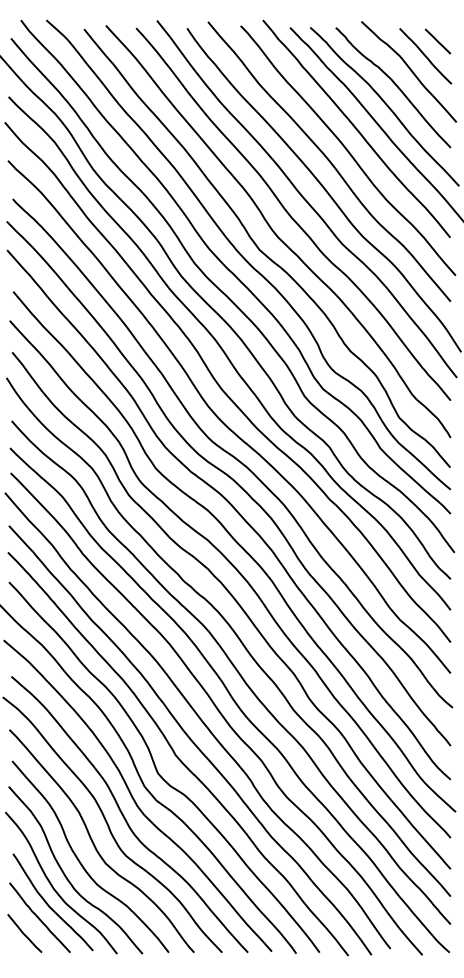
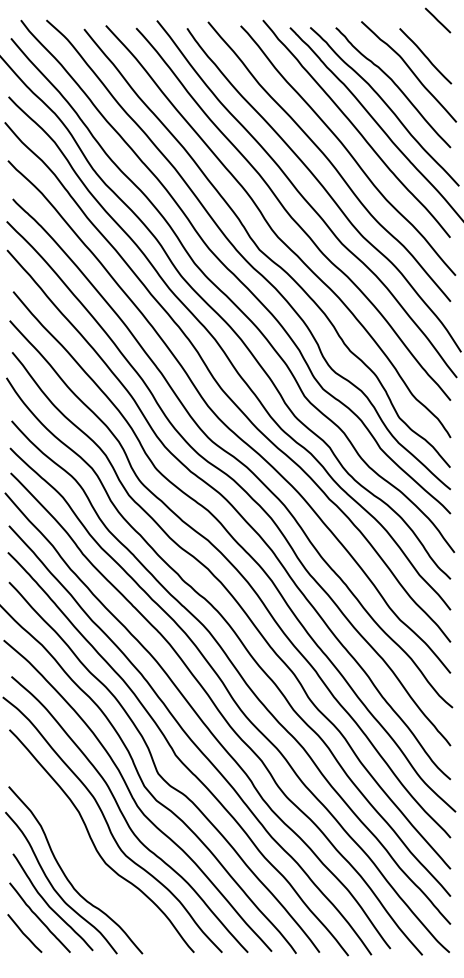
line at (437, 41) position: (437, 41) -> (437, 20)
curve at (81, 862): present -> none
